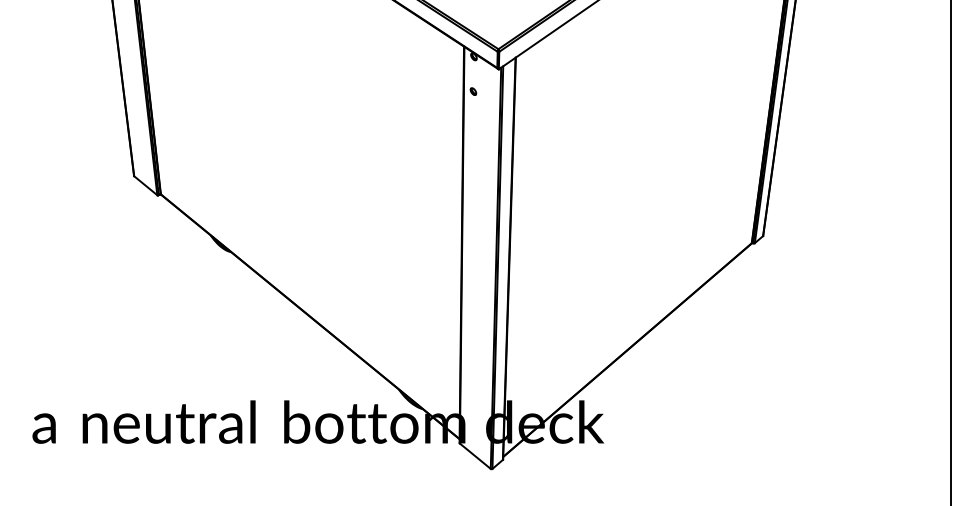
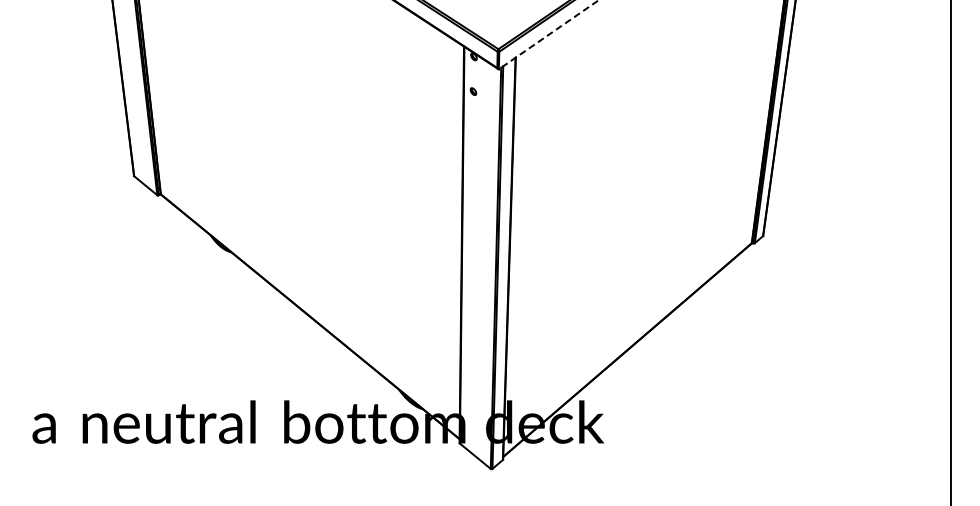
line at (548, 34): solid -> dashed
